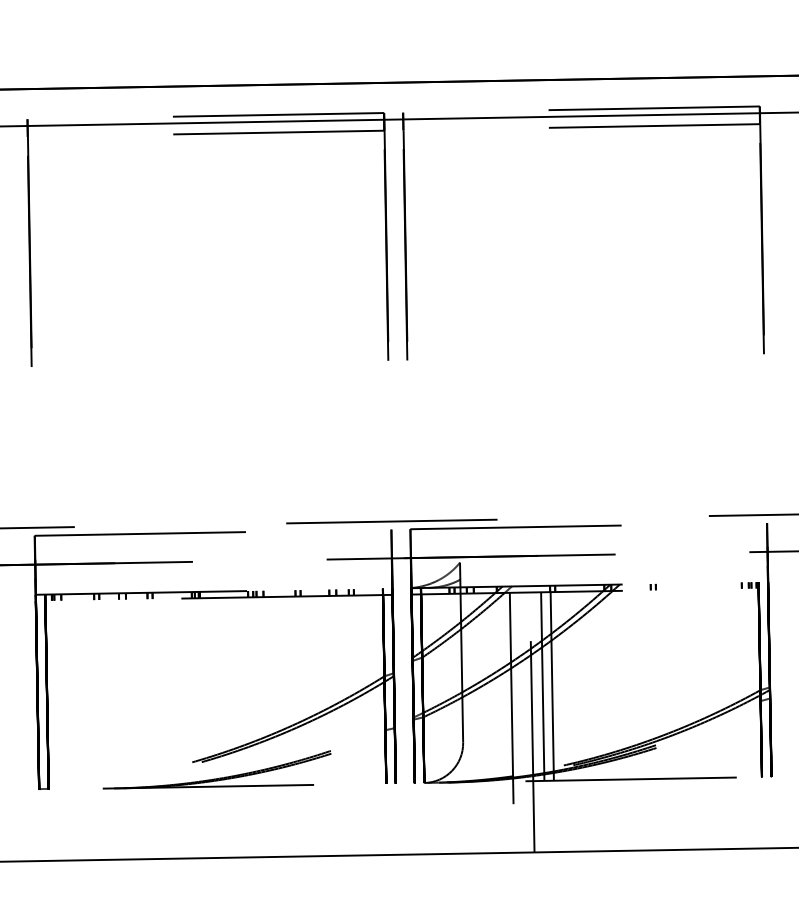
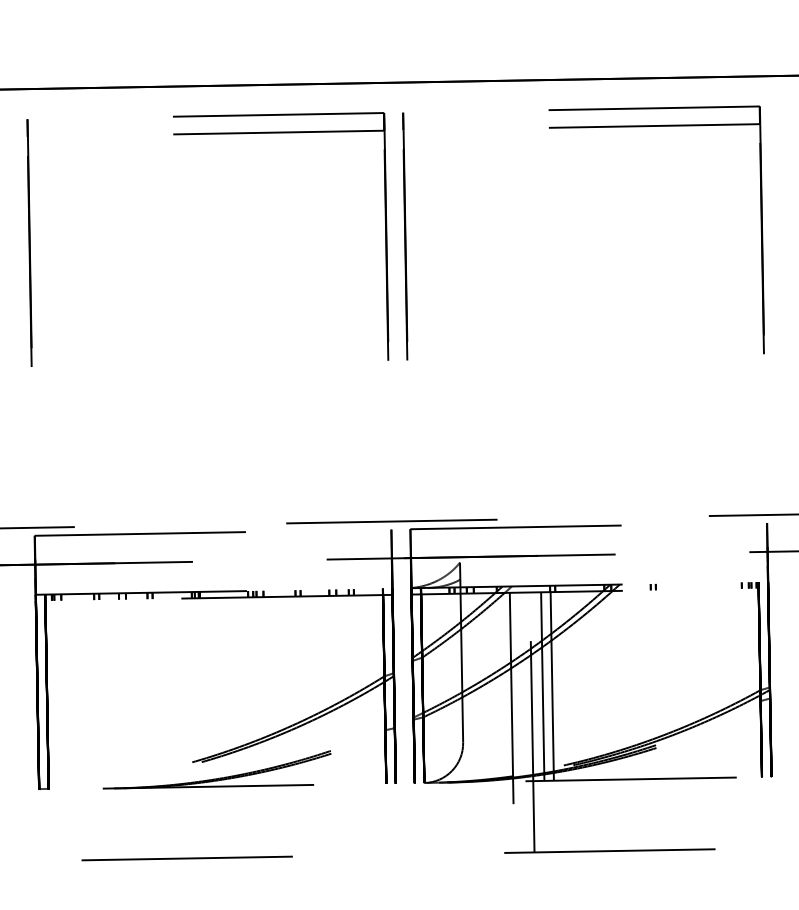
line at (398, 119): present -> none
line at (399, 854): solid -> dashed
